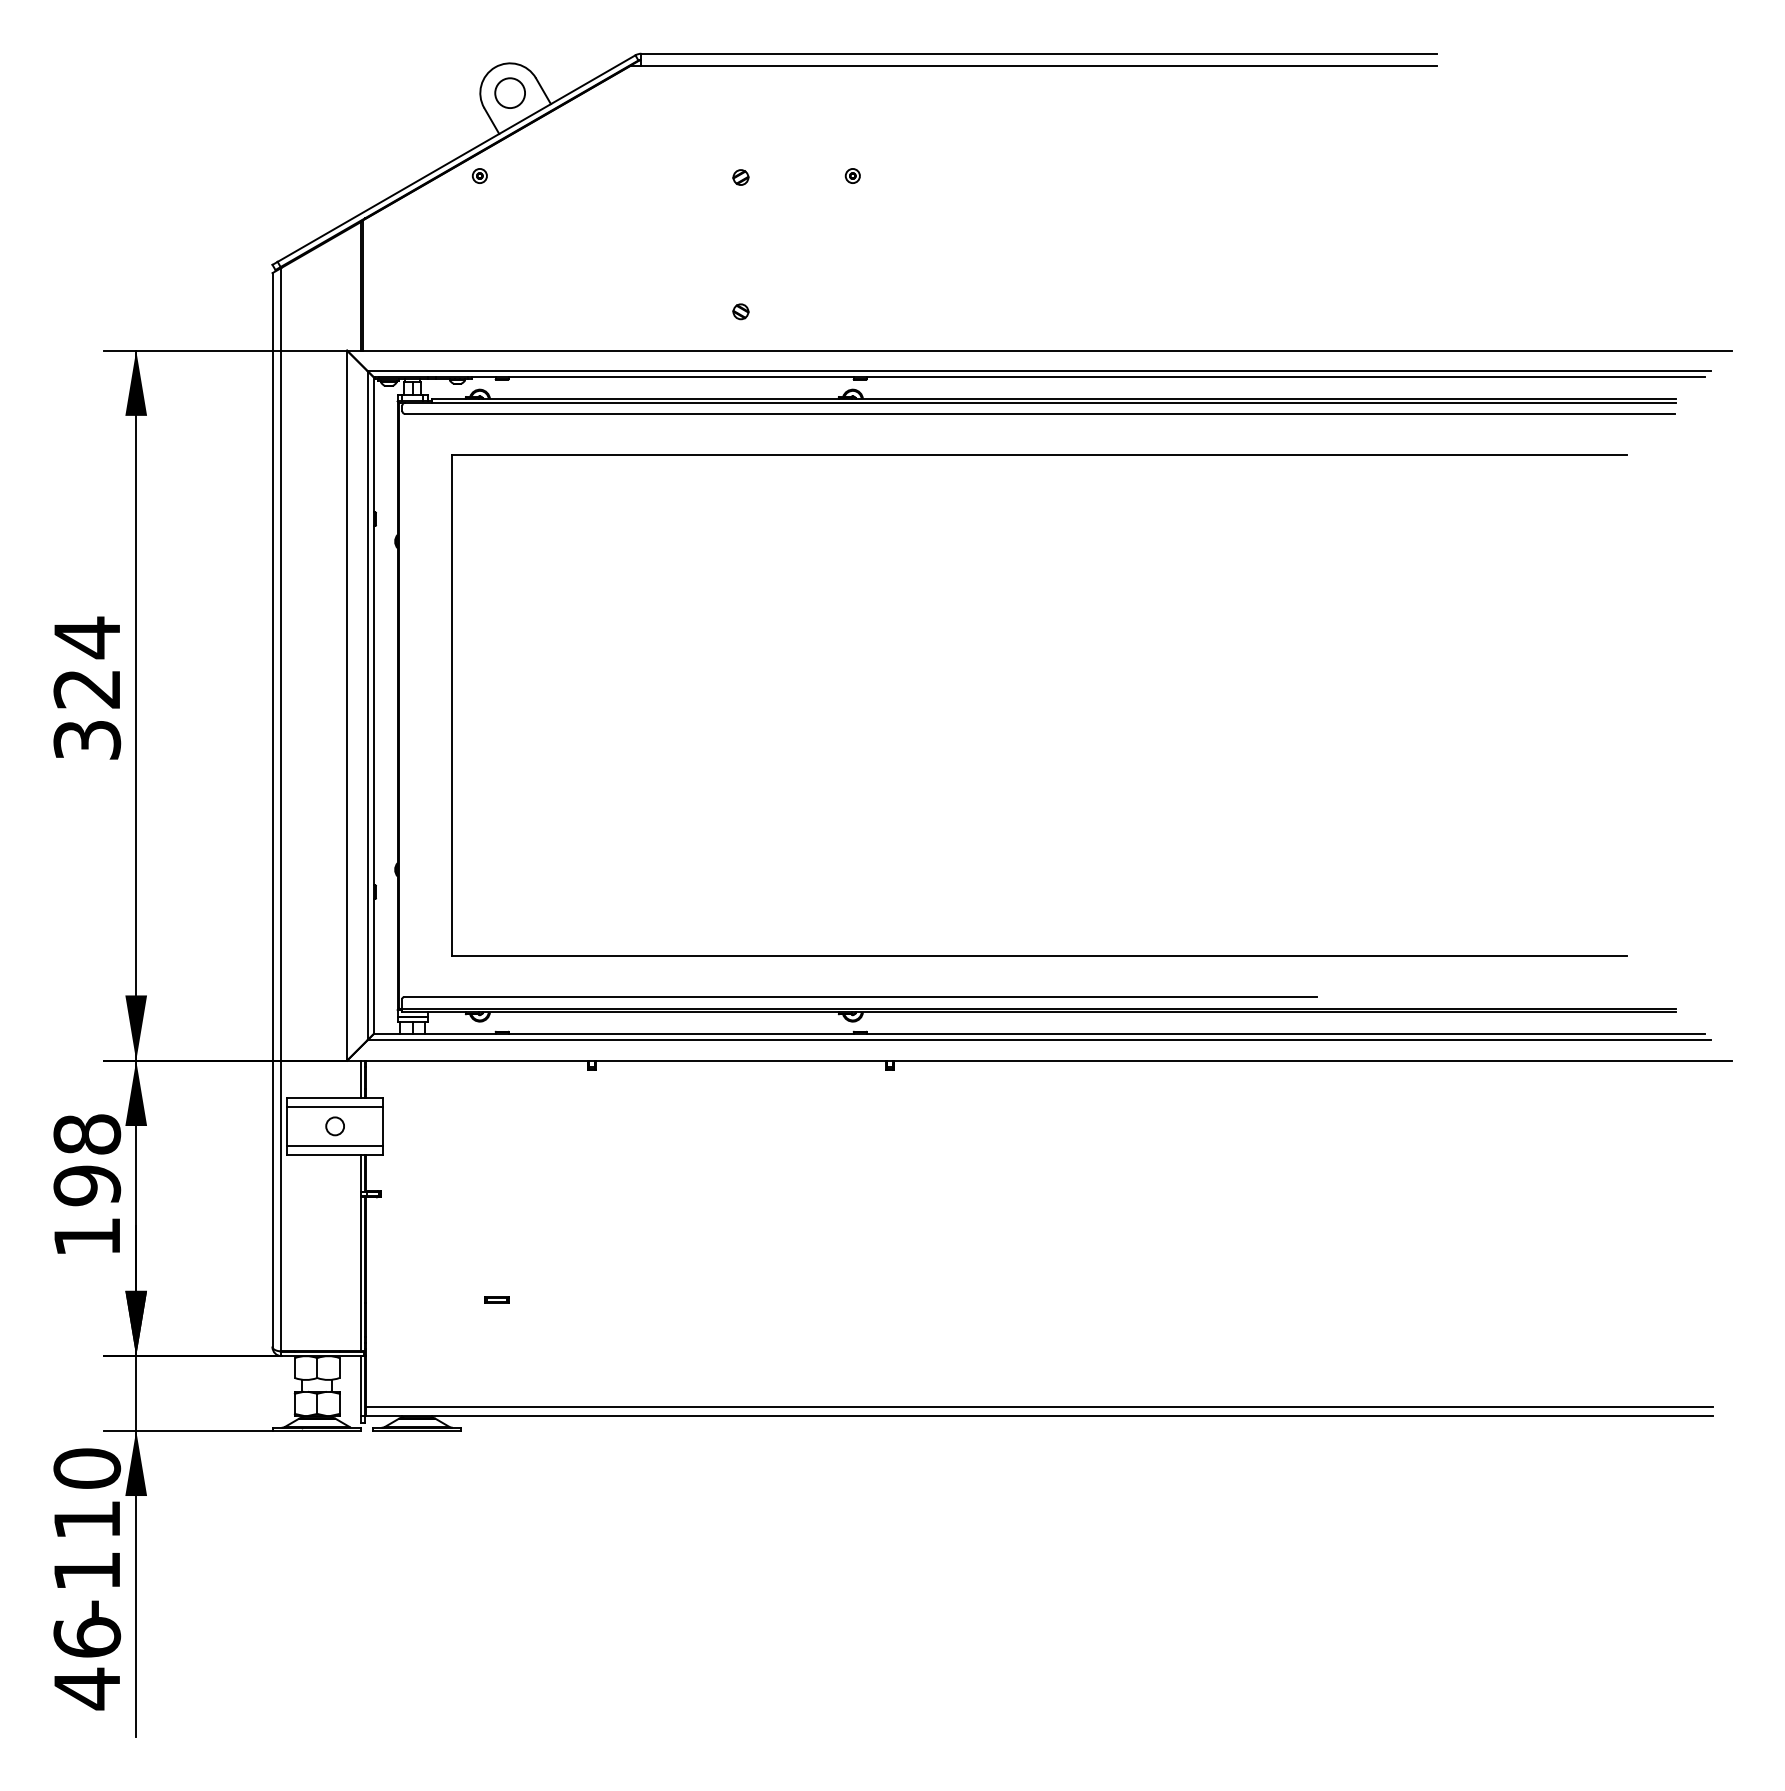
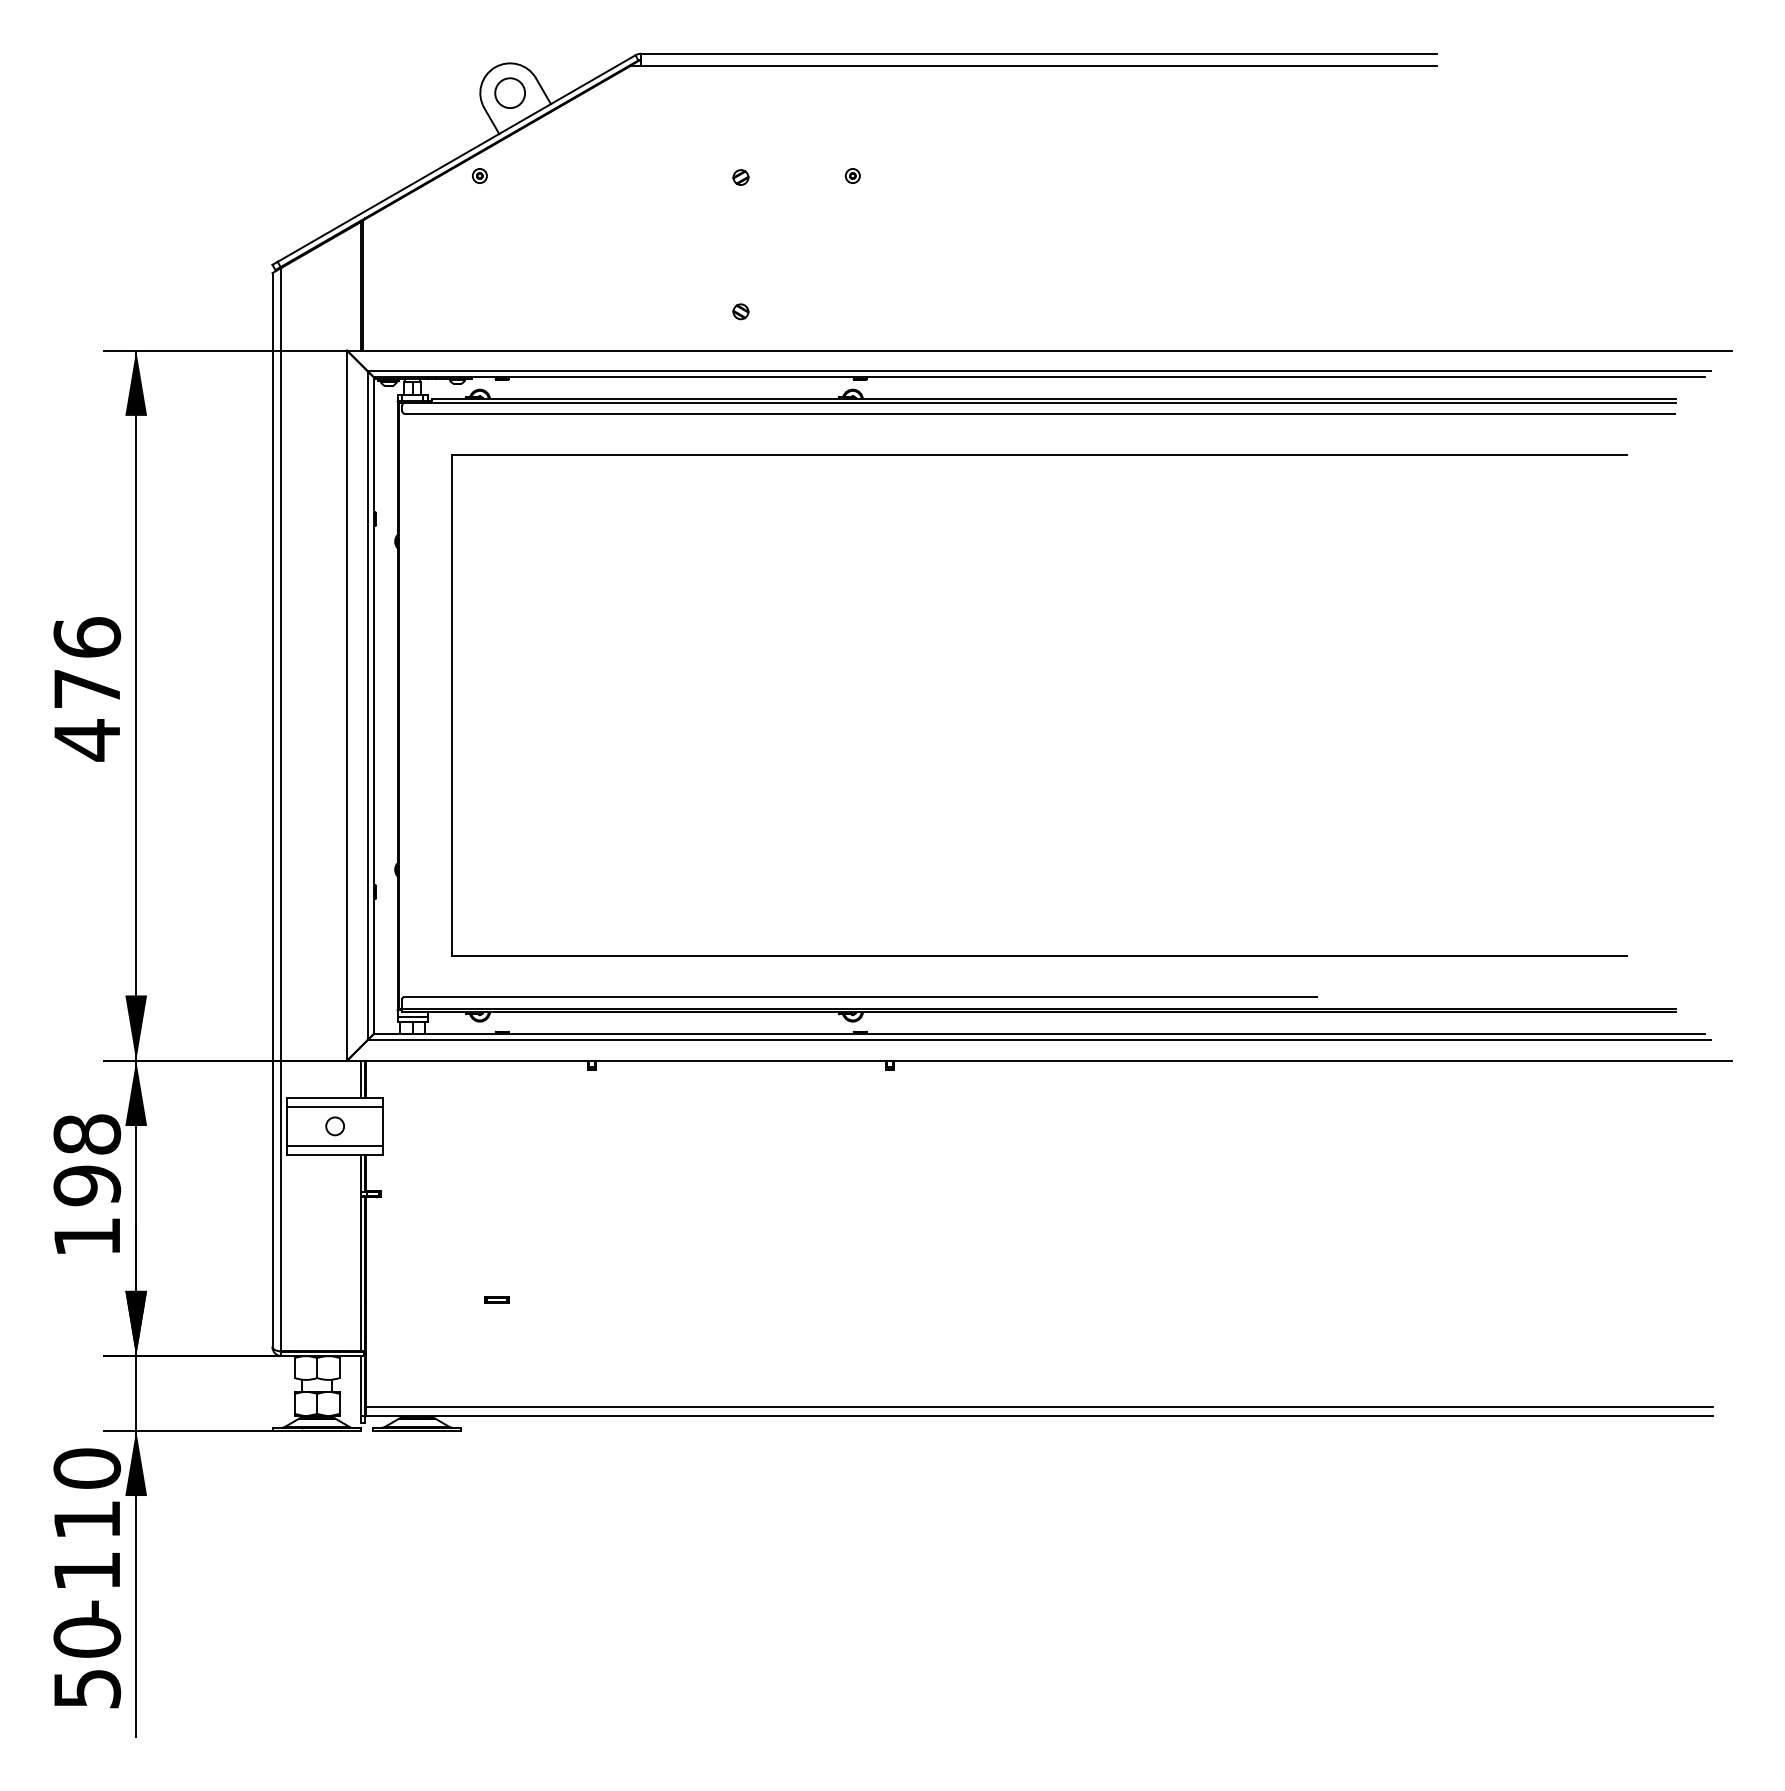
text at (87, 688): 324 -> 476
text at (87, 1663): 46 -> 50
